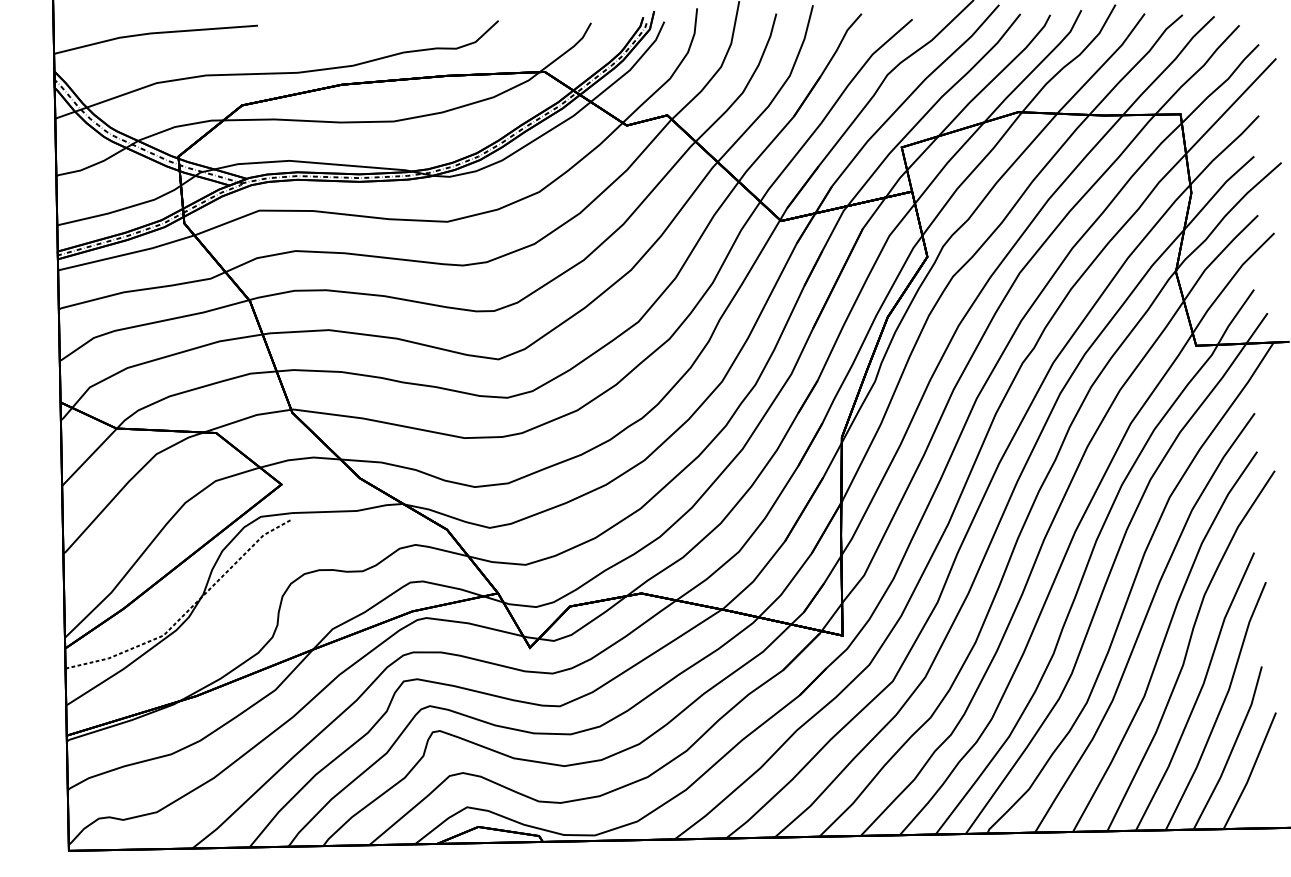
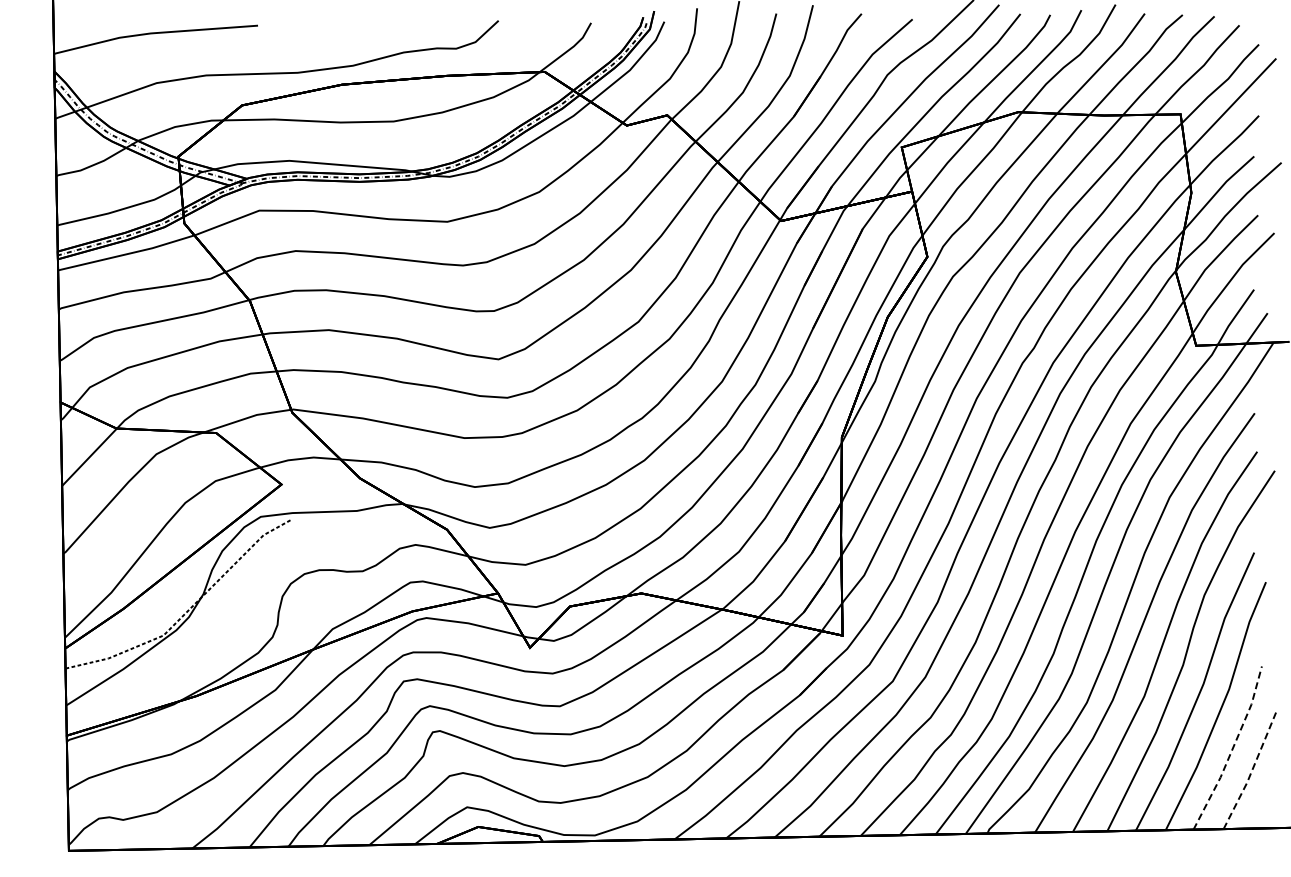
line at (1232, 749): solid -> dashed
line at (1251, 772): solid -> dashed
